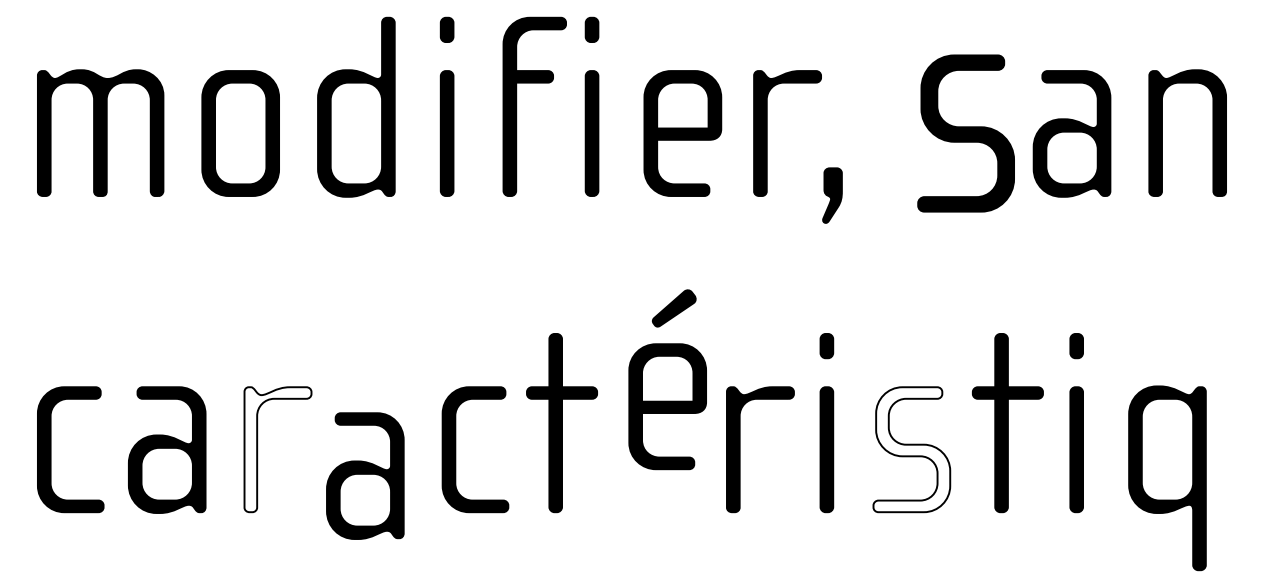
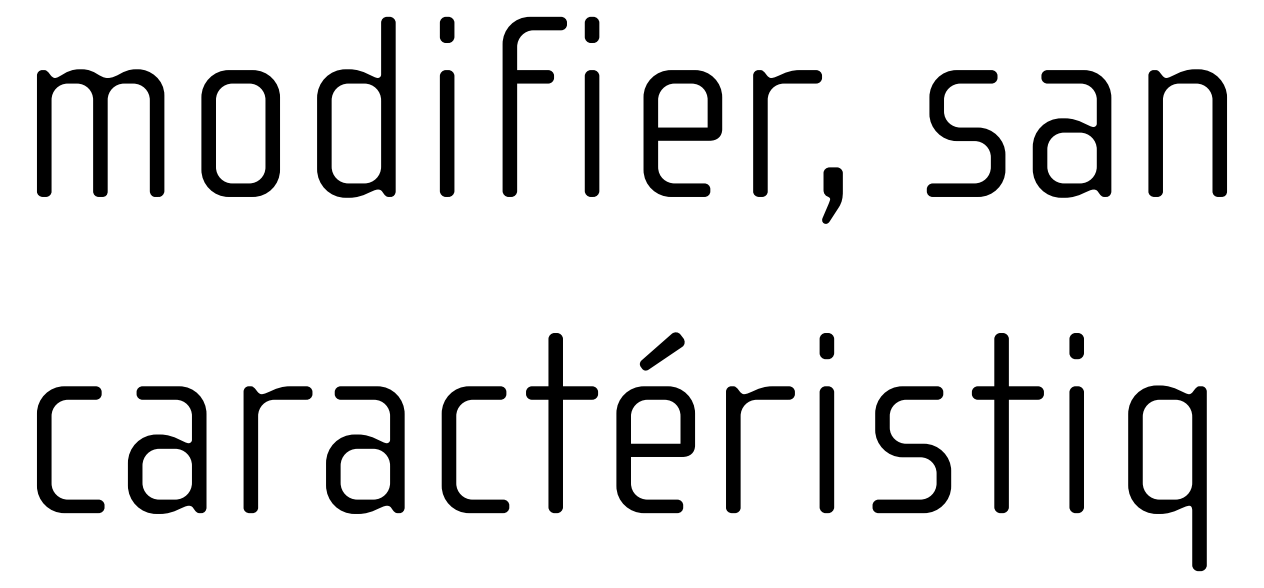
part at (965, 133) size: 98x159 px -> 80x127 px
part at (667, 379) position: (667, 379) -> (655, 422)
fill at (277, 449): none -> present
fill at (911, 449): none -> present
part at (365, 475) position: (365, 475) -> (365, 449)
